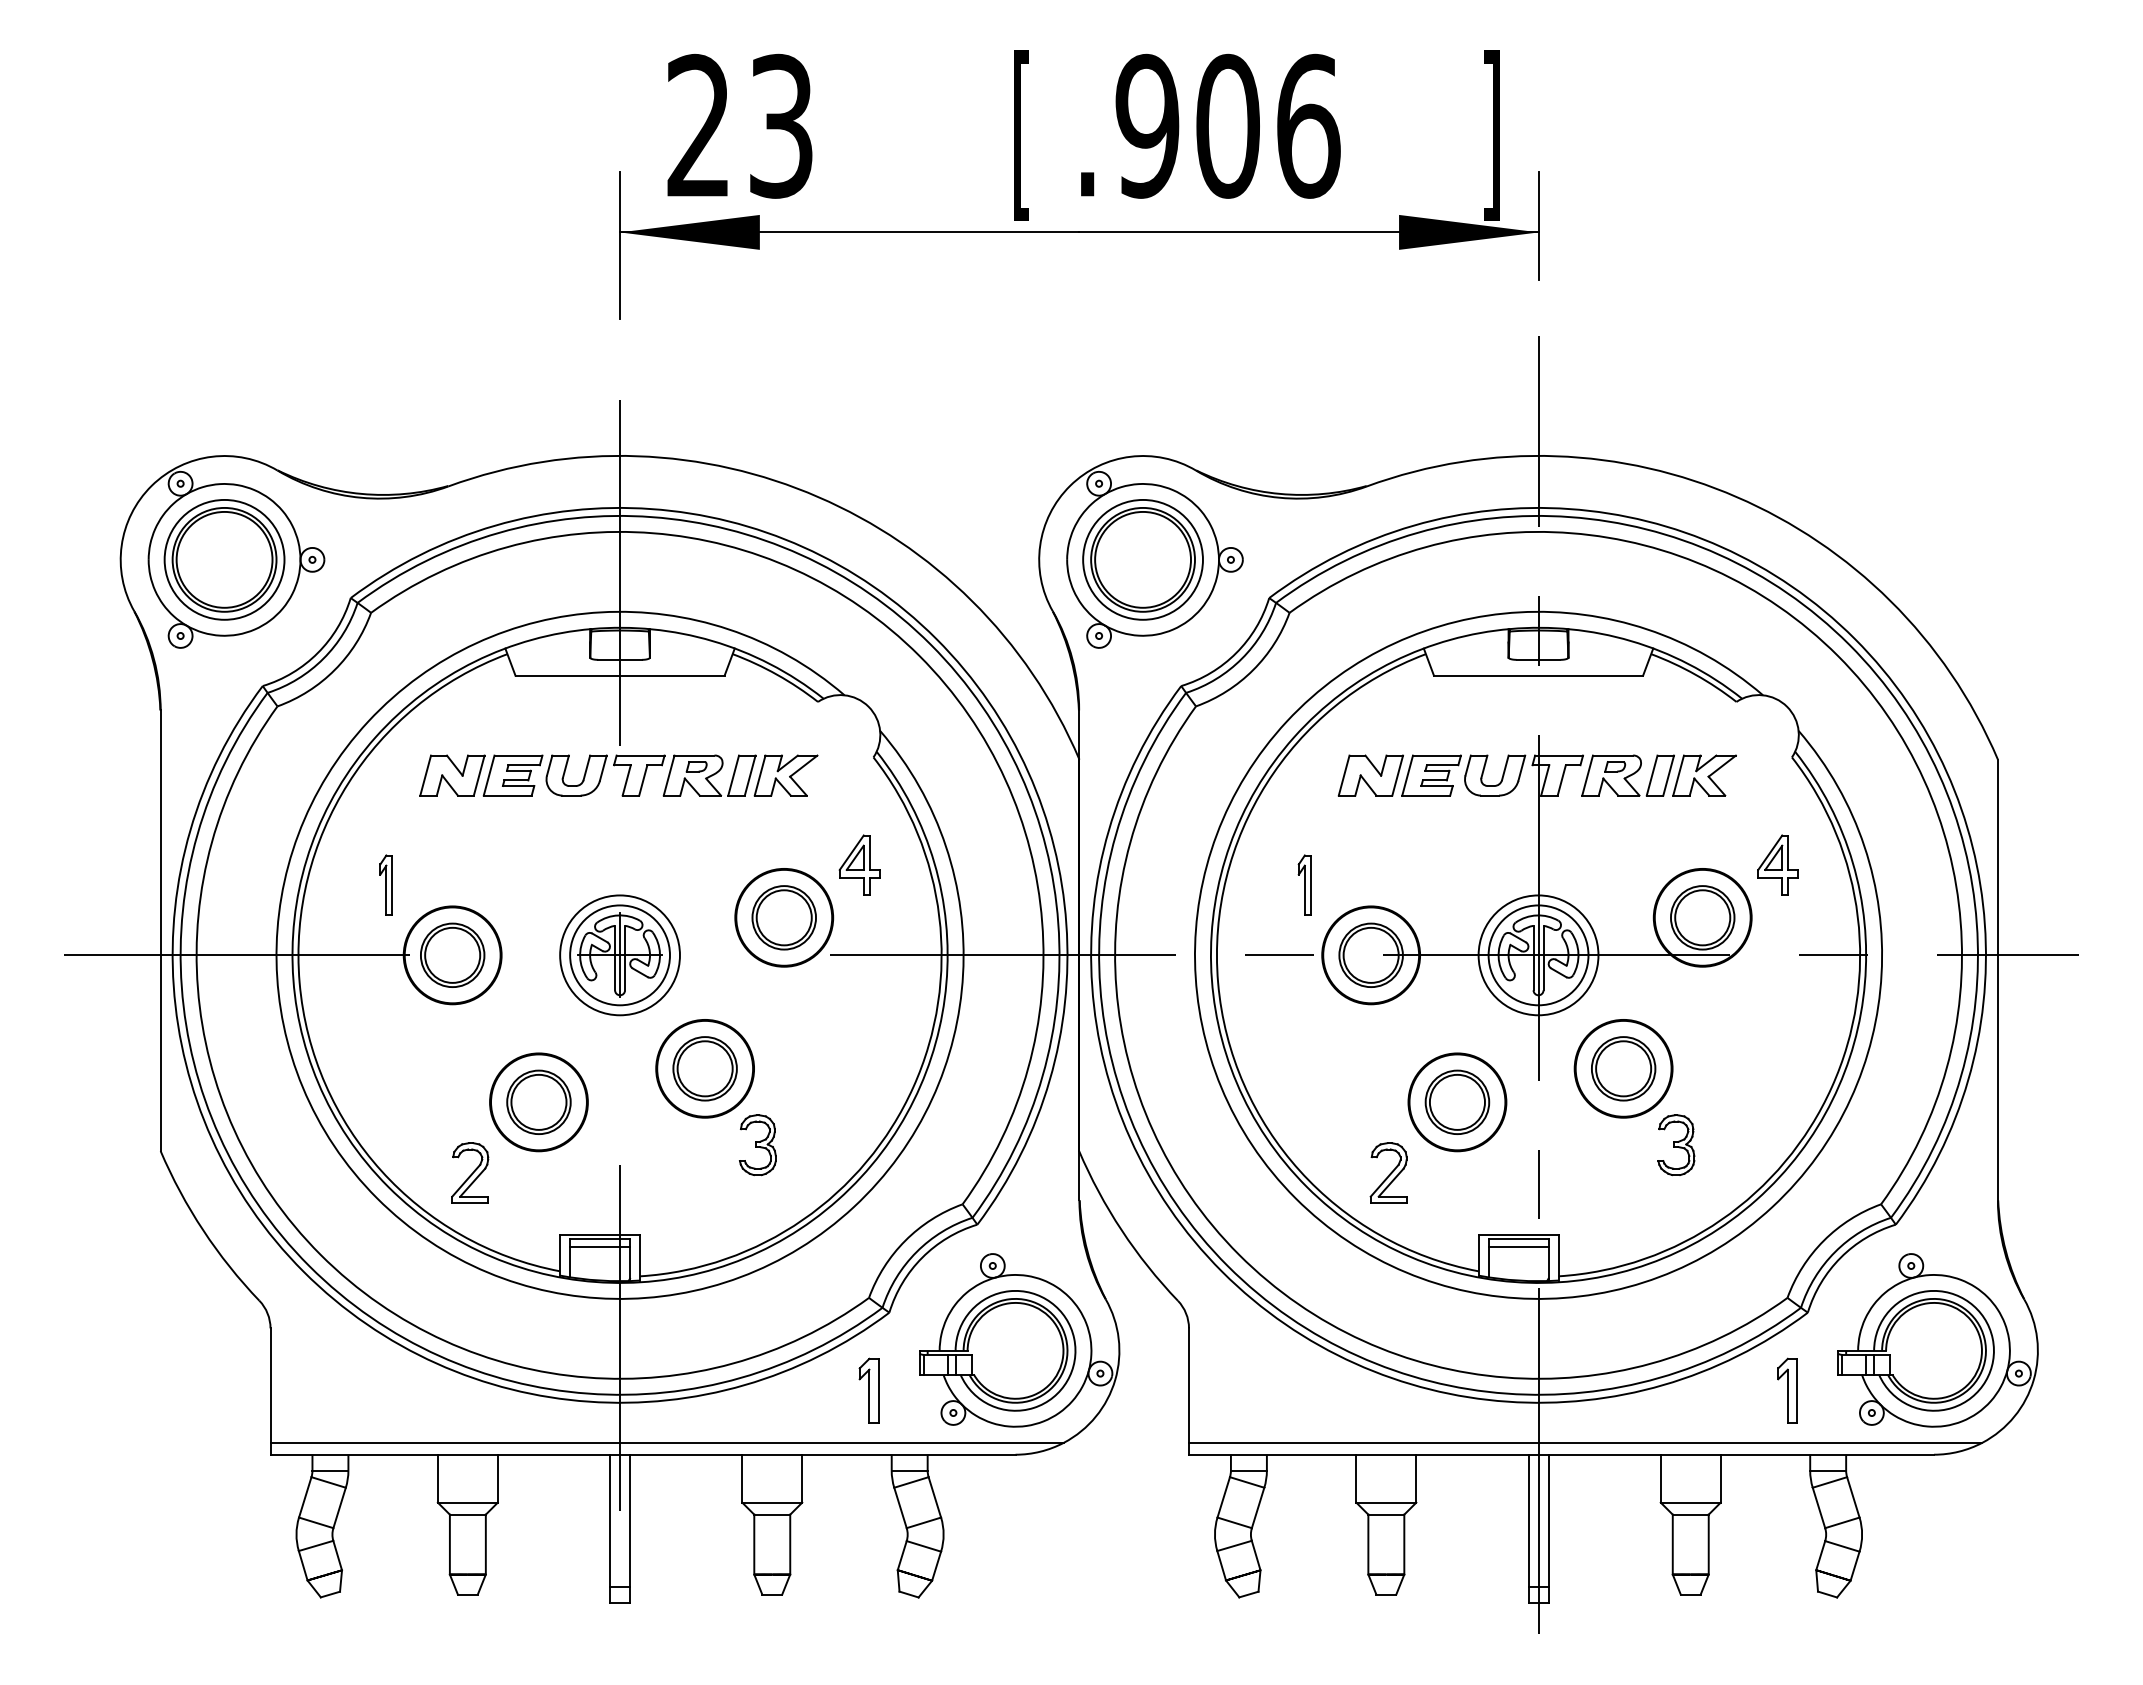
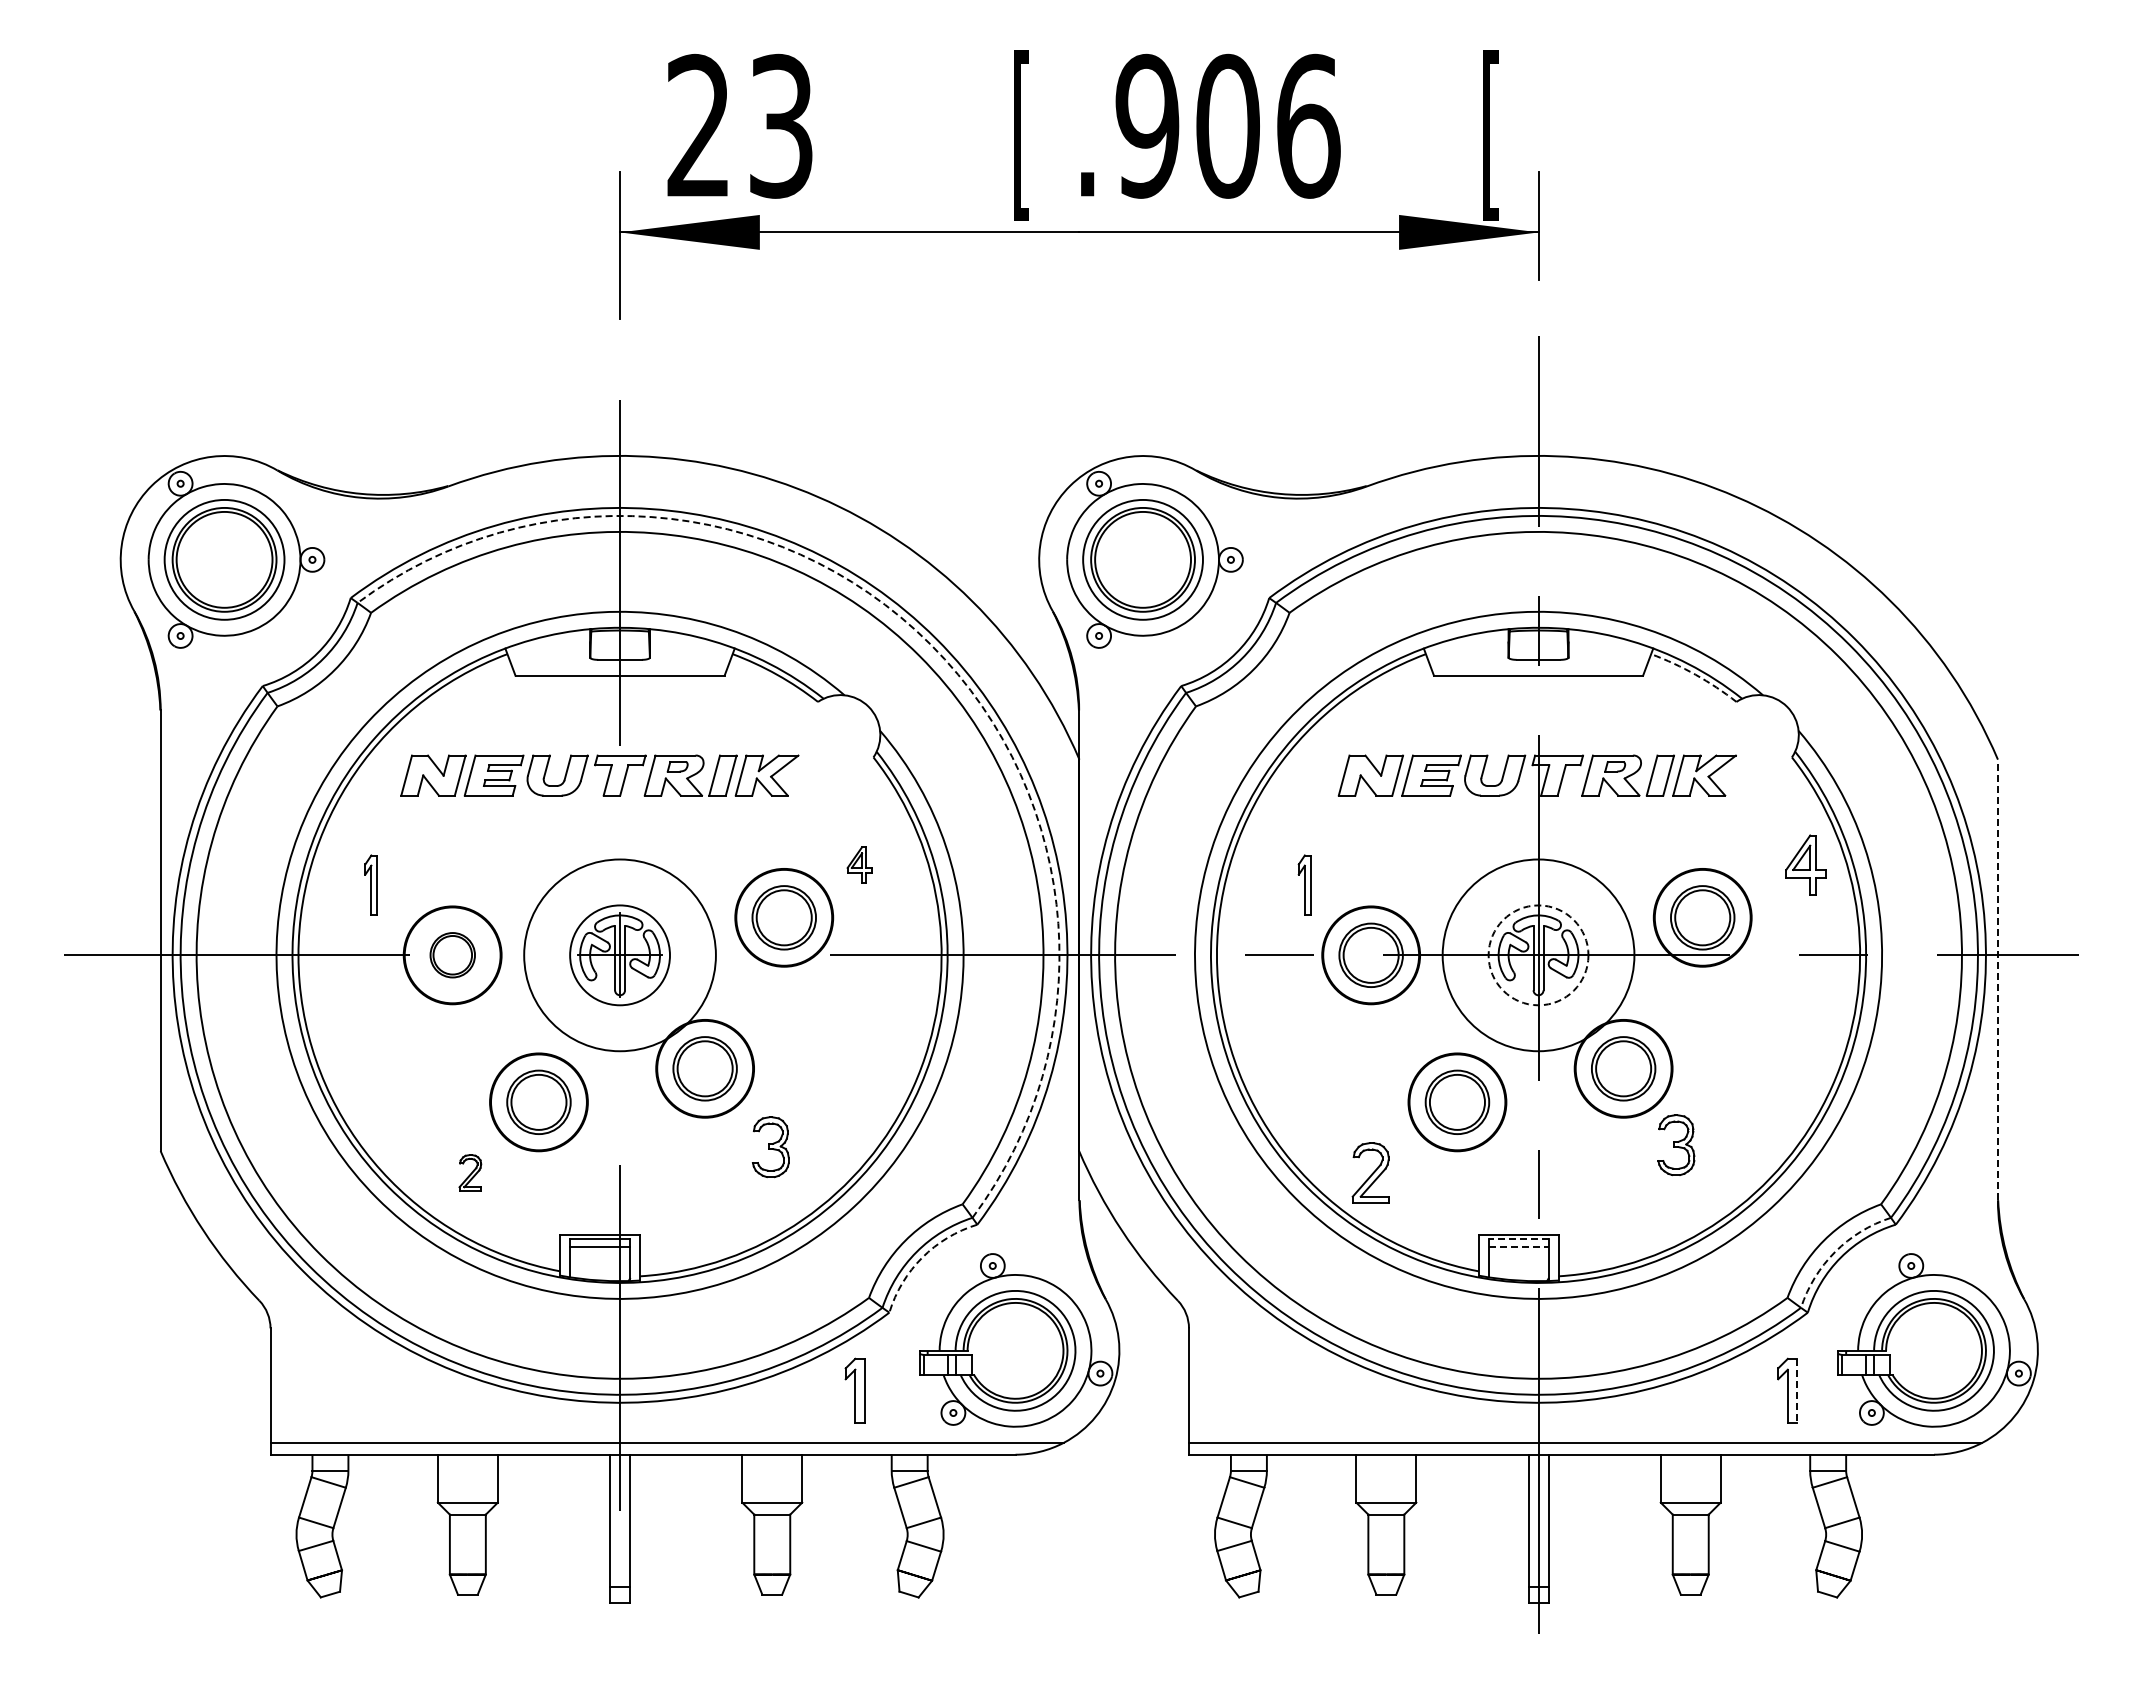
text at (1491, 135): ] -> [
arc at (930, 644): solid -> dashed
arc at (1695, 674): solid -> dashed
part at (626, 776) position: (626, 776) -> (607, 776)
part at (859, 864) size: 43x62 px -> 27x38 px
part at (1777, 864) position: (1777, 864) -> (1805, 864)
part at (385, 884) position: (385, 884) -> (370, 884)
part at (452, 954) size: 66x66 px -> 47x47 px
circle at (619, 955) diameter: 120 px -> 192 px
circle at (1538, 955) diameter: 120 px -> 192 px
circle at (1538, 955): solid -> dashed
line at (1997, 979): solid -> dashed
part at (757, 1145) position: (757, 1145) -> (770, 1147)
part at (470, 1172) size: 39x62 px -> 25x38 px
part at (1388, 1172) position: (1388, 1172) -> (1370, 1172)
line at (1518, 1239): solid -> dashed
line at (1518, 1247): solid -> dashed
arc at (1835, 1251): solid -> dashed
arc at (922, 1257): solid -> dashed
part at (868, 1390) position: (868, 1390) -> (854, 1390)
line at (1797, 1390): solid -> dashed
